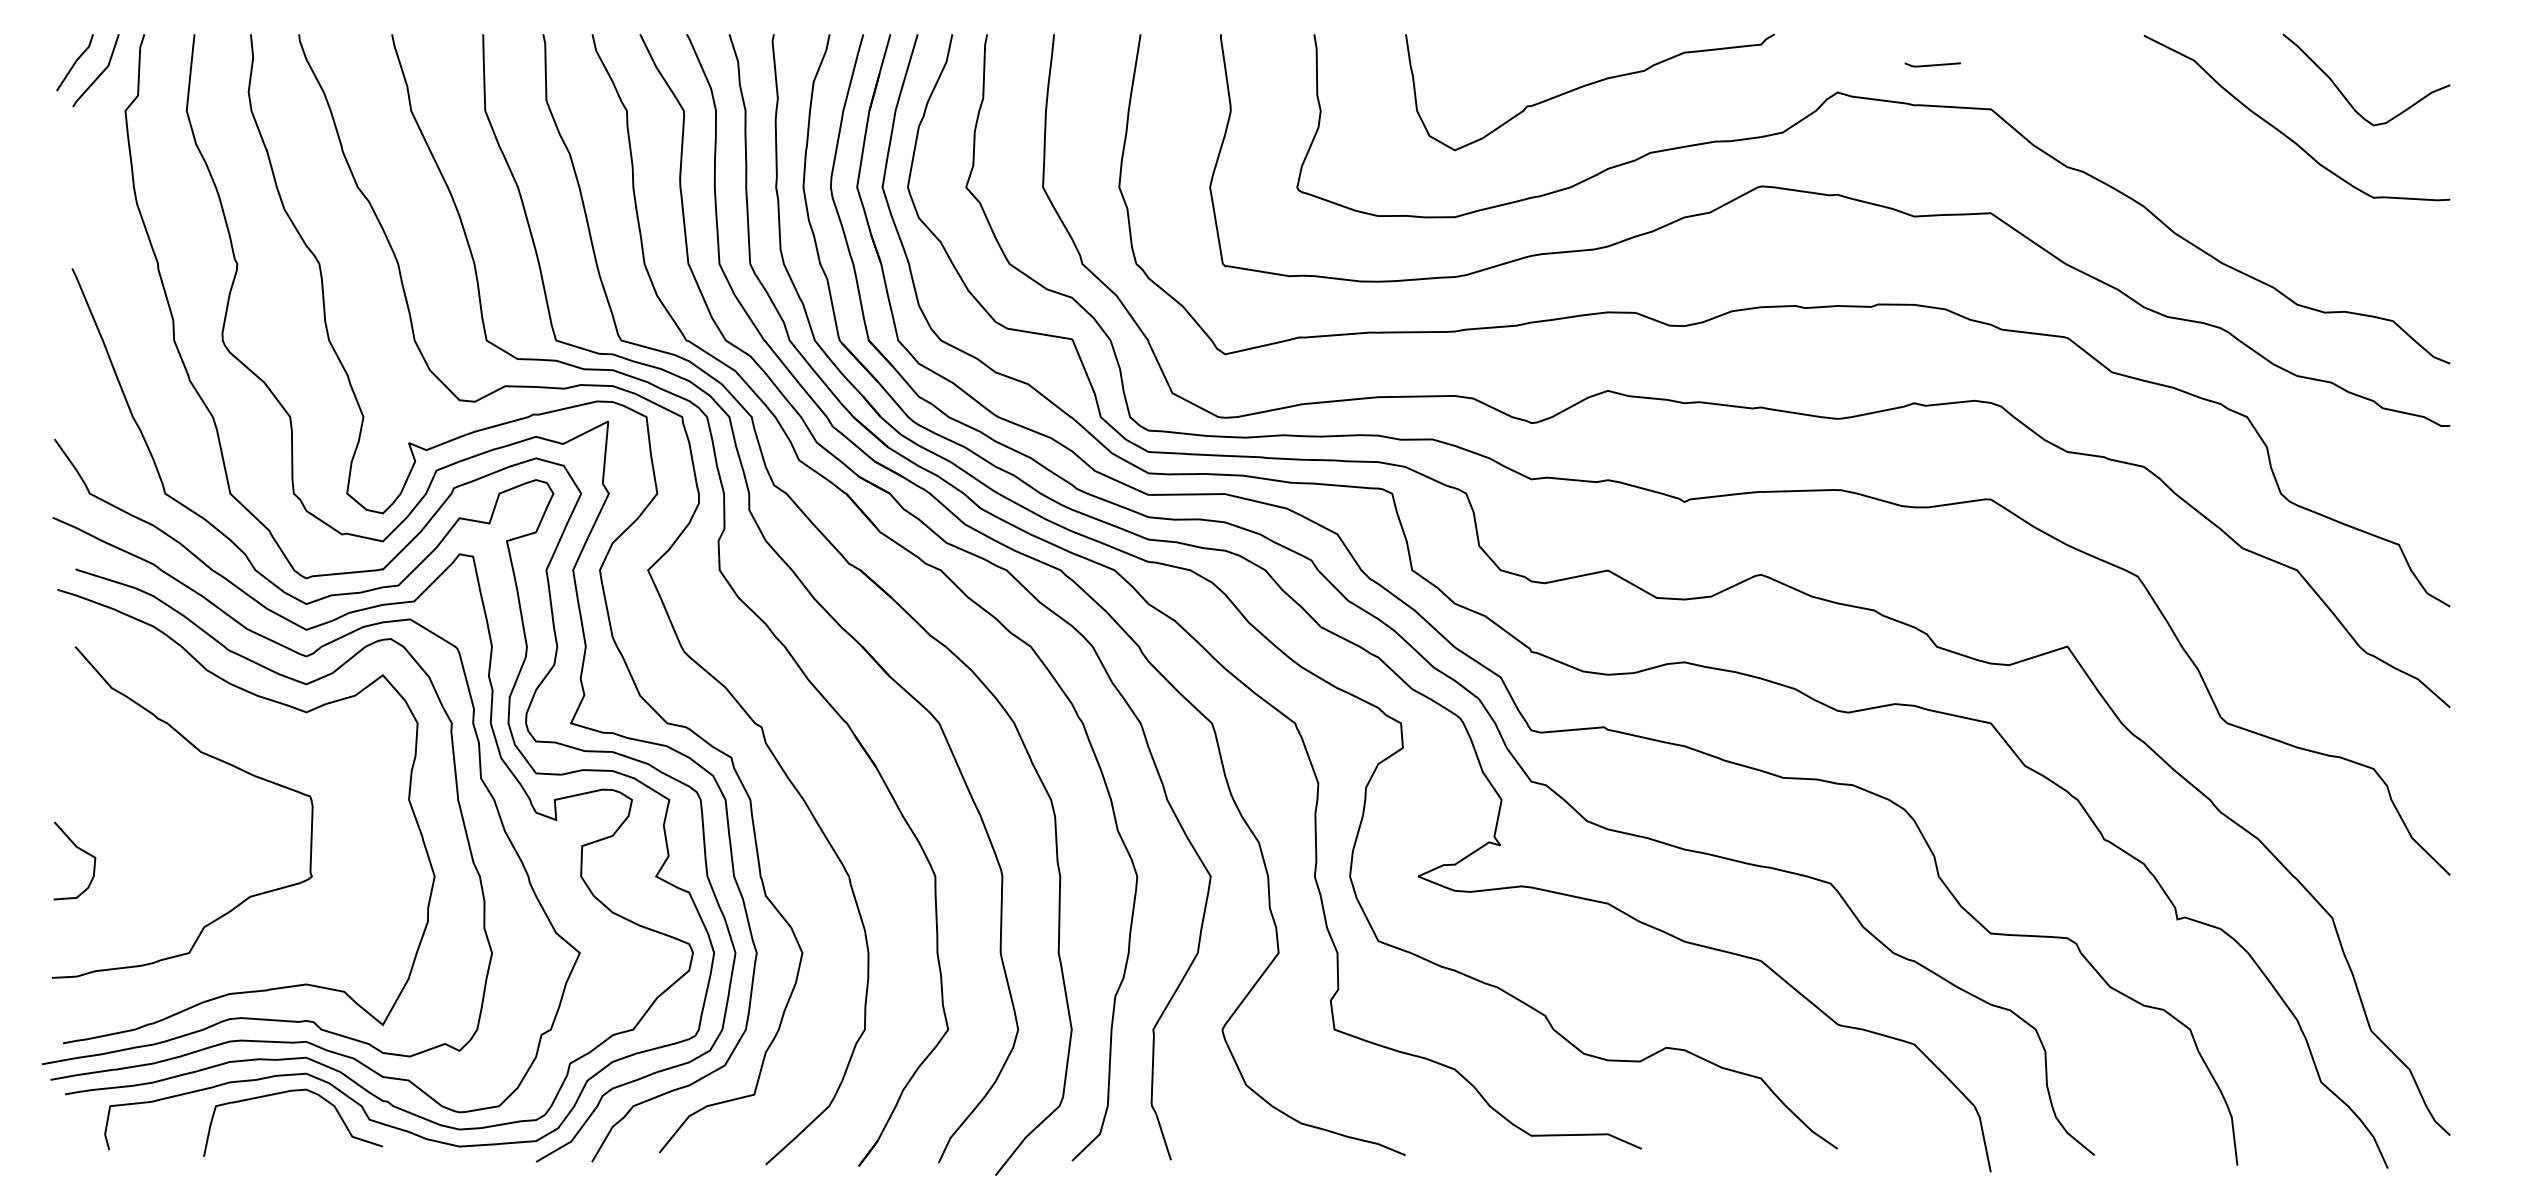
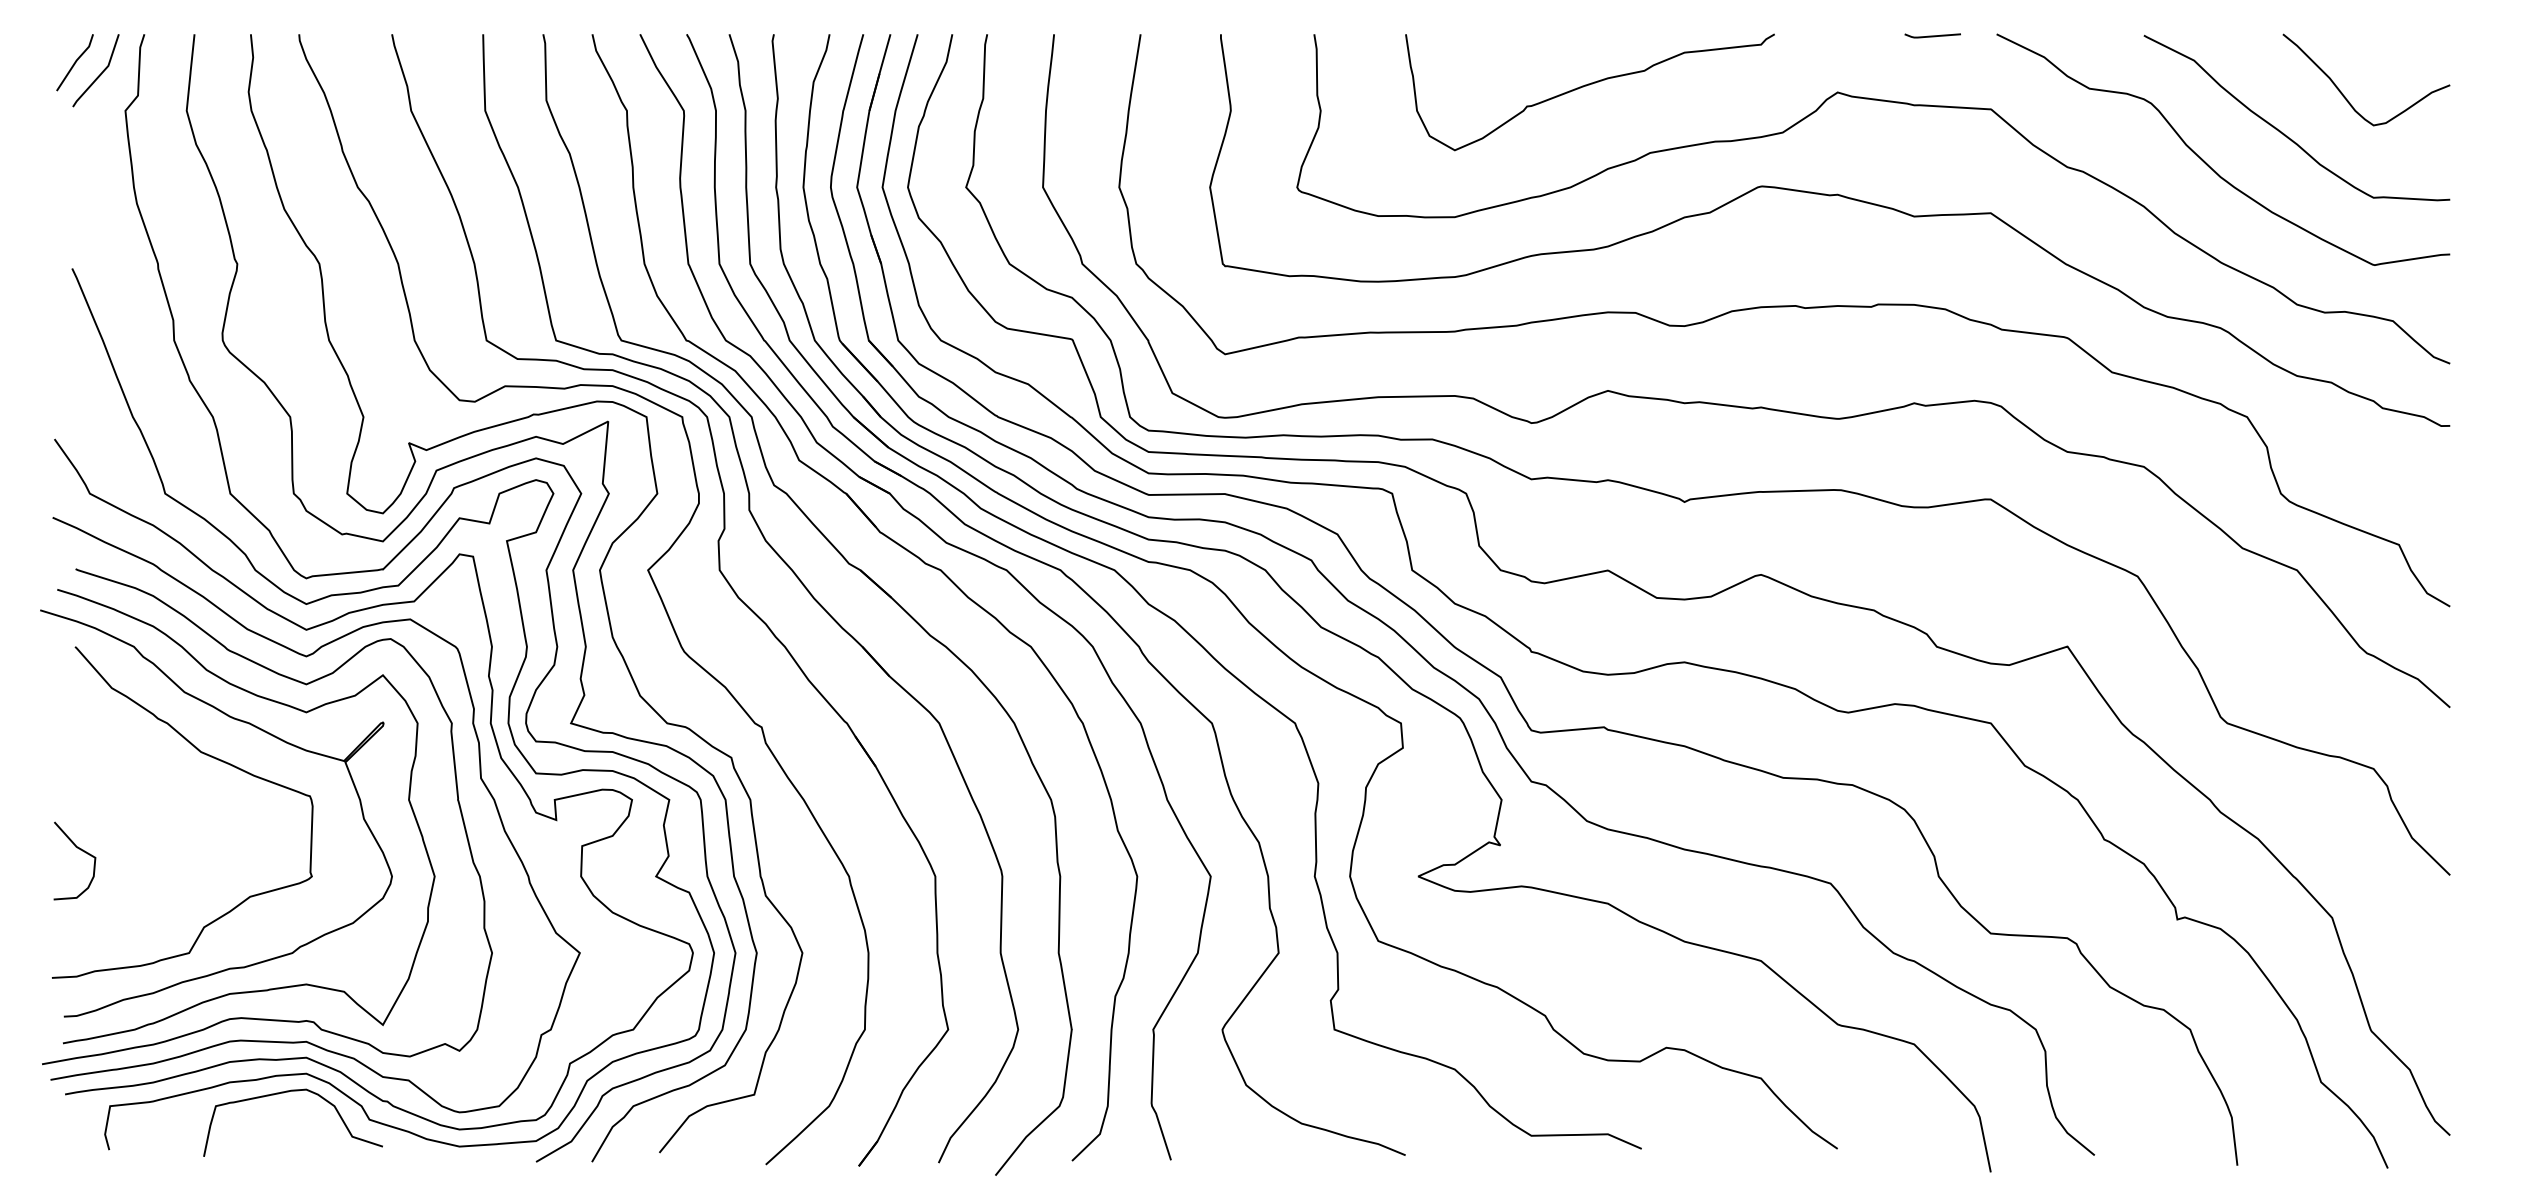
line at (1932, 64) position: (1932, 64) -> (1932, 35)
curve at (2208, 164): none -> present
curve at (258, 729): none -> present
